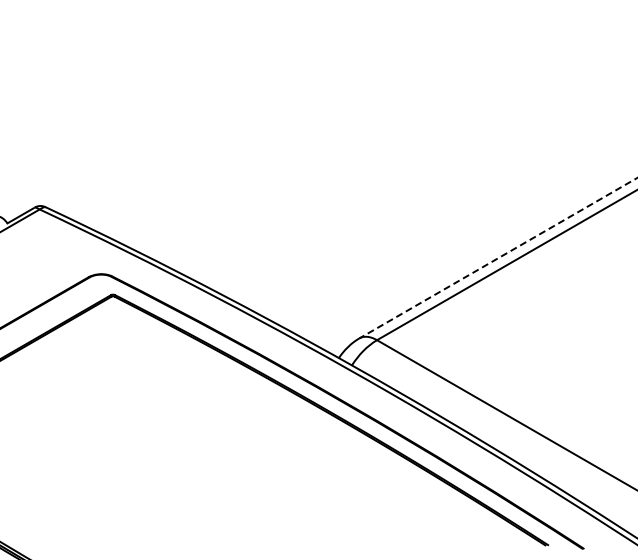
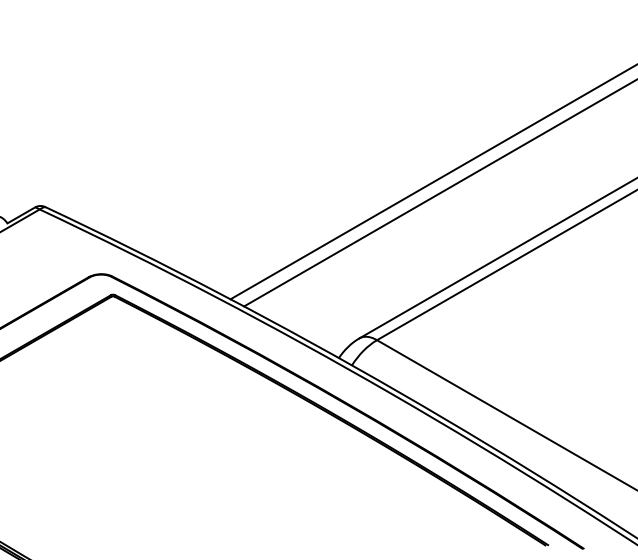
line at (432, 182): none -> present
line at (439, 193): none -> present
line at (497, 258): dashed -> solid
